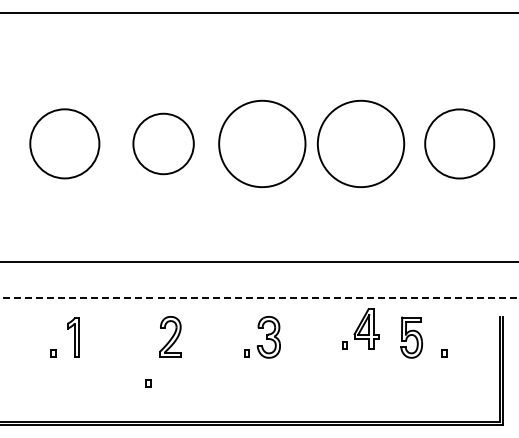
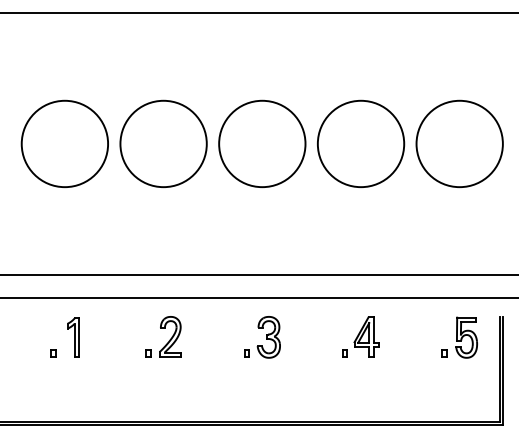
circle at (64, 143) size: 72x72 px -> 89x89 px
circle at (163, 143) diameter: 60 px -> 86 px
circle at (459, 143) diameter: 69 px -> 86 px
line at (258, 261) position: (258, 261) -> (258, 274)
line at (259, 297): dashed -> solid
part at (360, 328) position: (360, 328) -> (360, 336)
part at (411, 337) position: (411, 337) -> (466, 337)
part at (148, 383) position: (148, 383) -> (148, 353)
